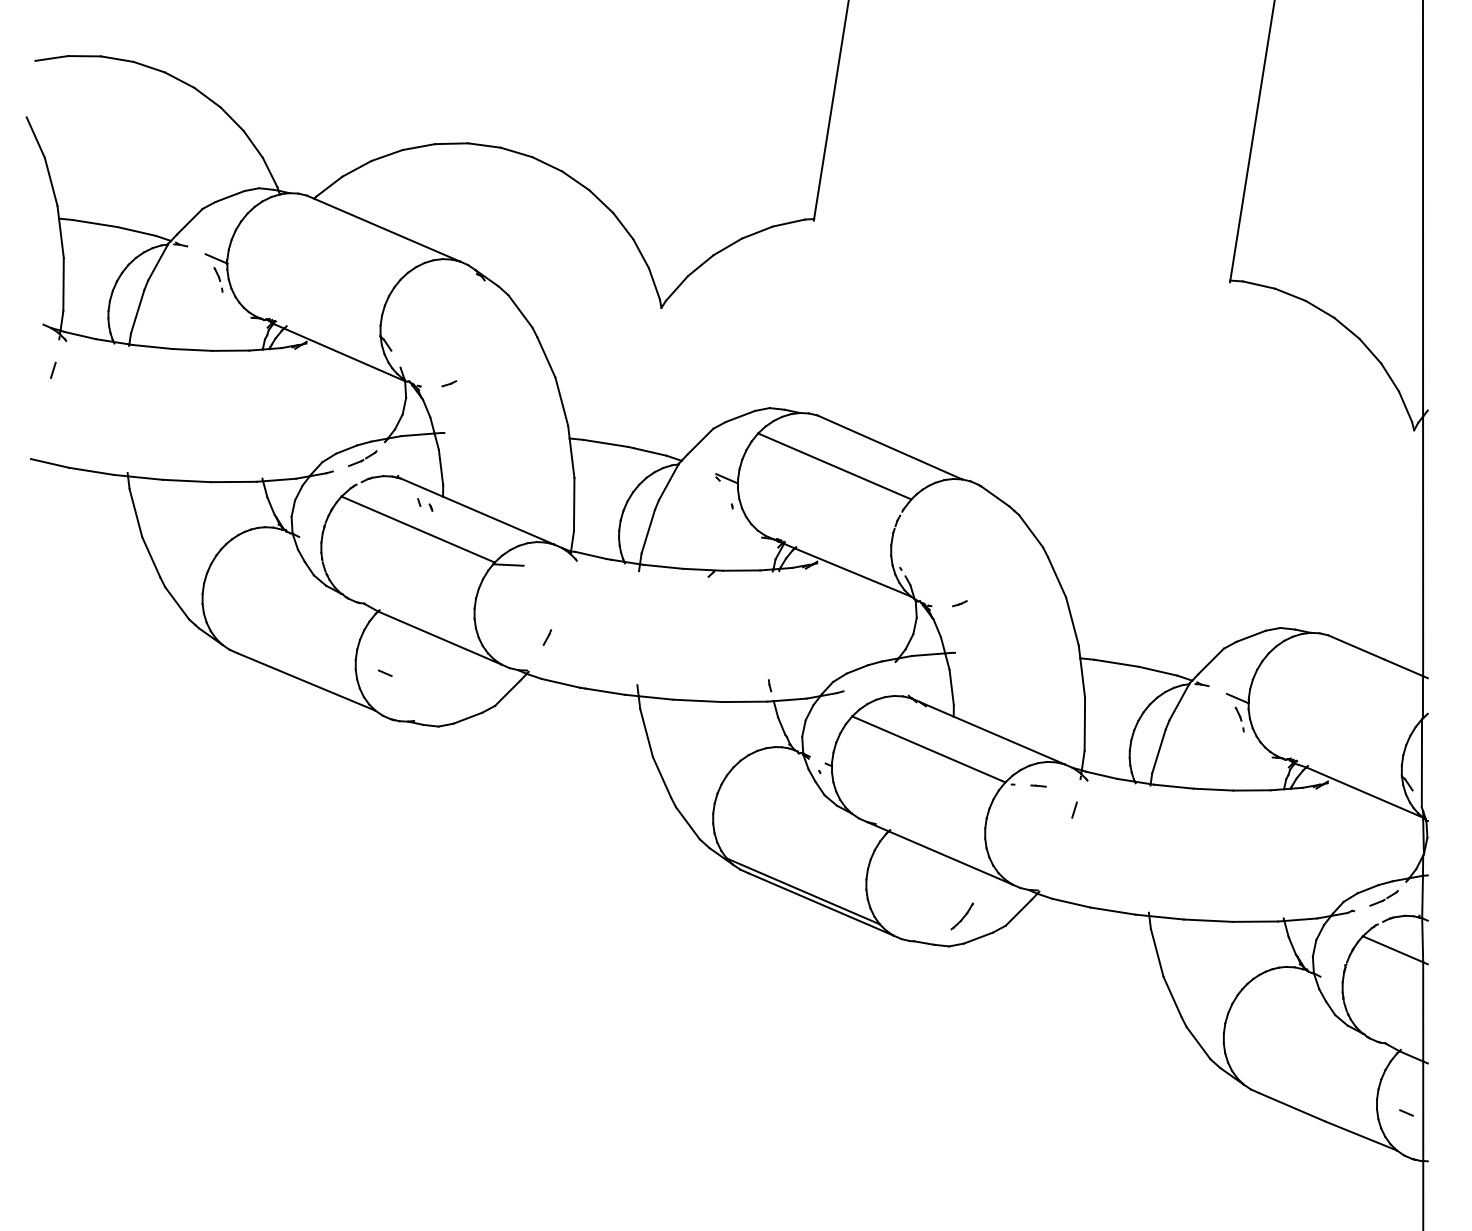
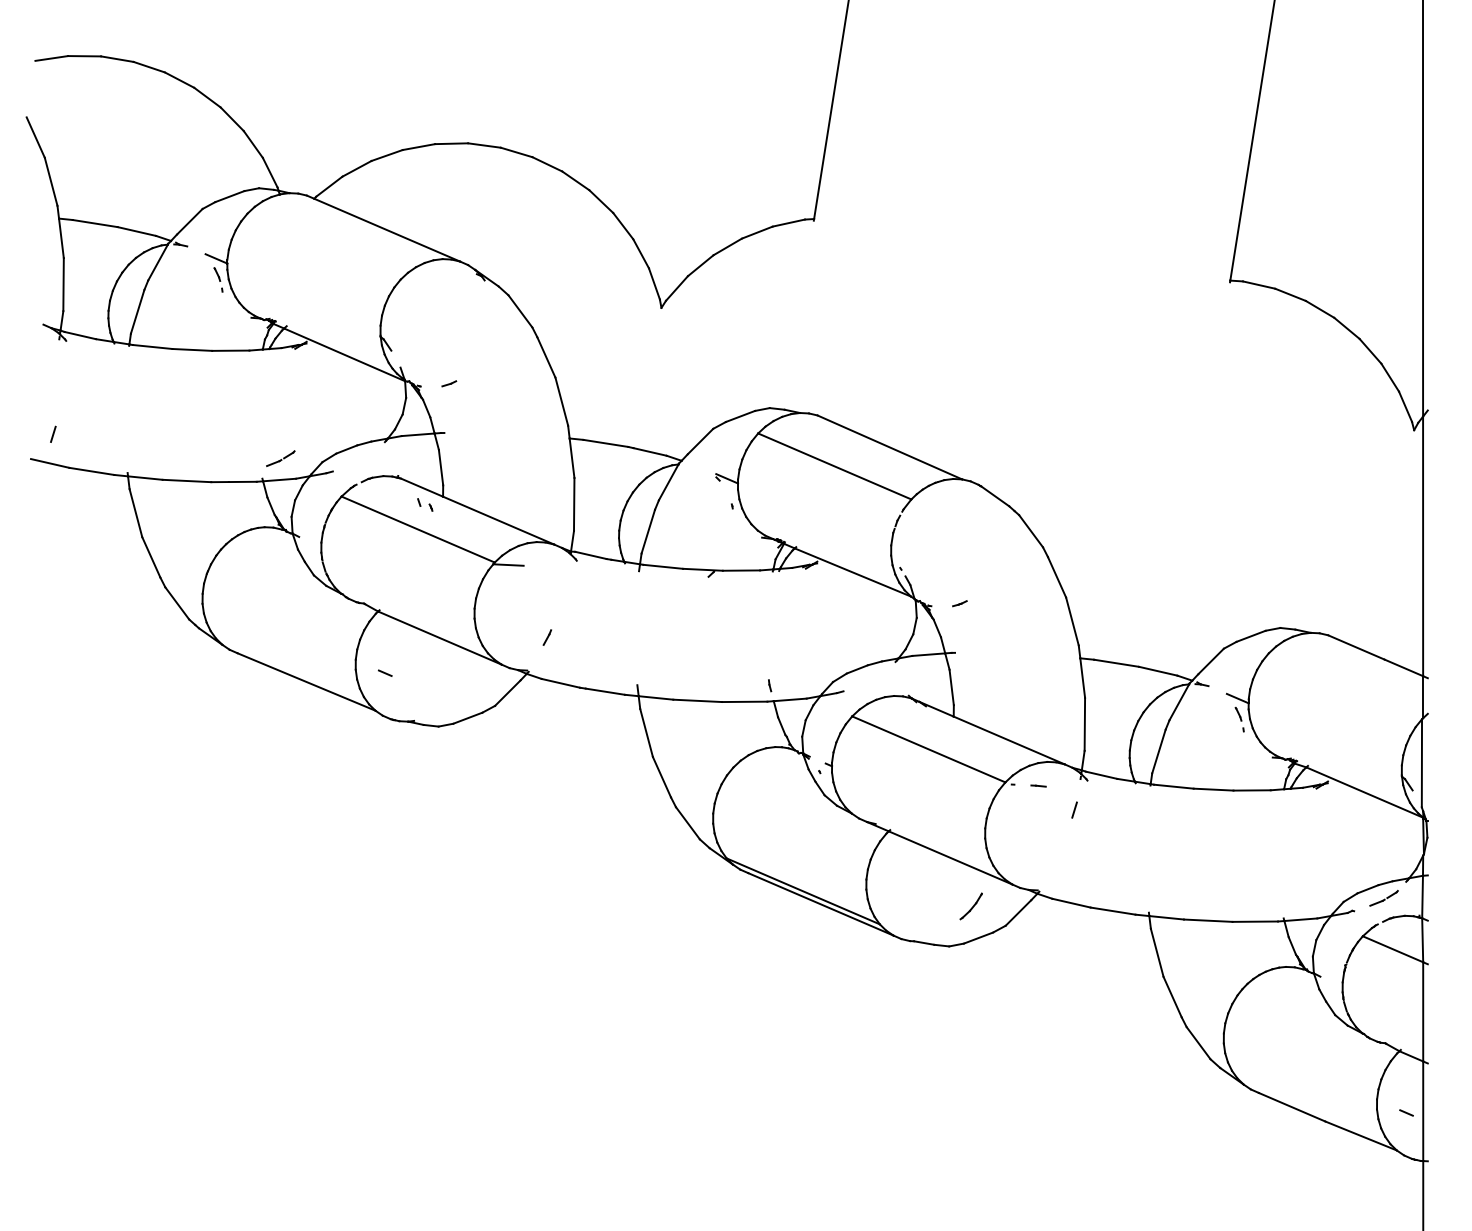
line at (53, 369) position: (53, 369) -> (53, 433)
part at (362, 458) position: (362, 458) -> (280, 458)
part at (961, 916) position: (961, 916) -> (970, 906)
